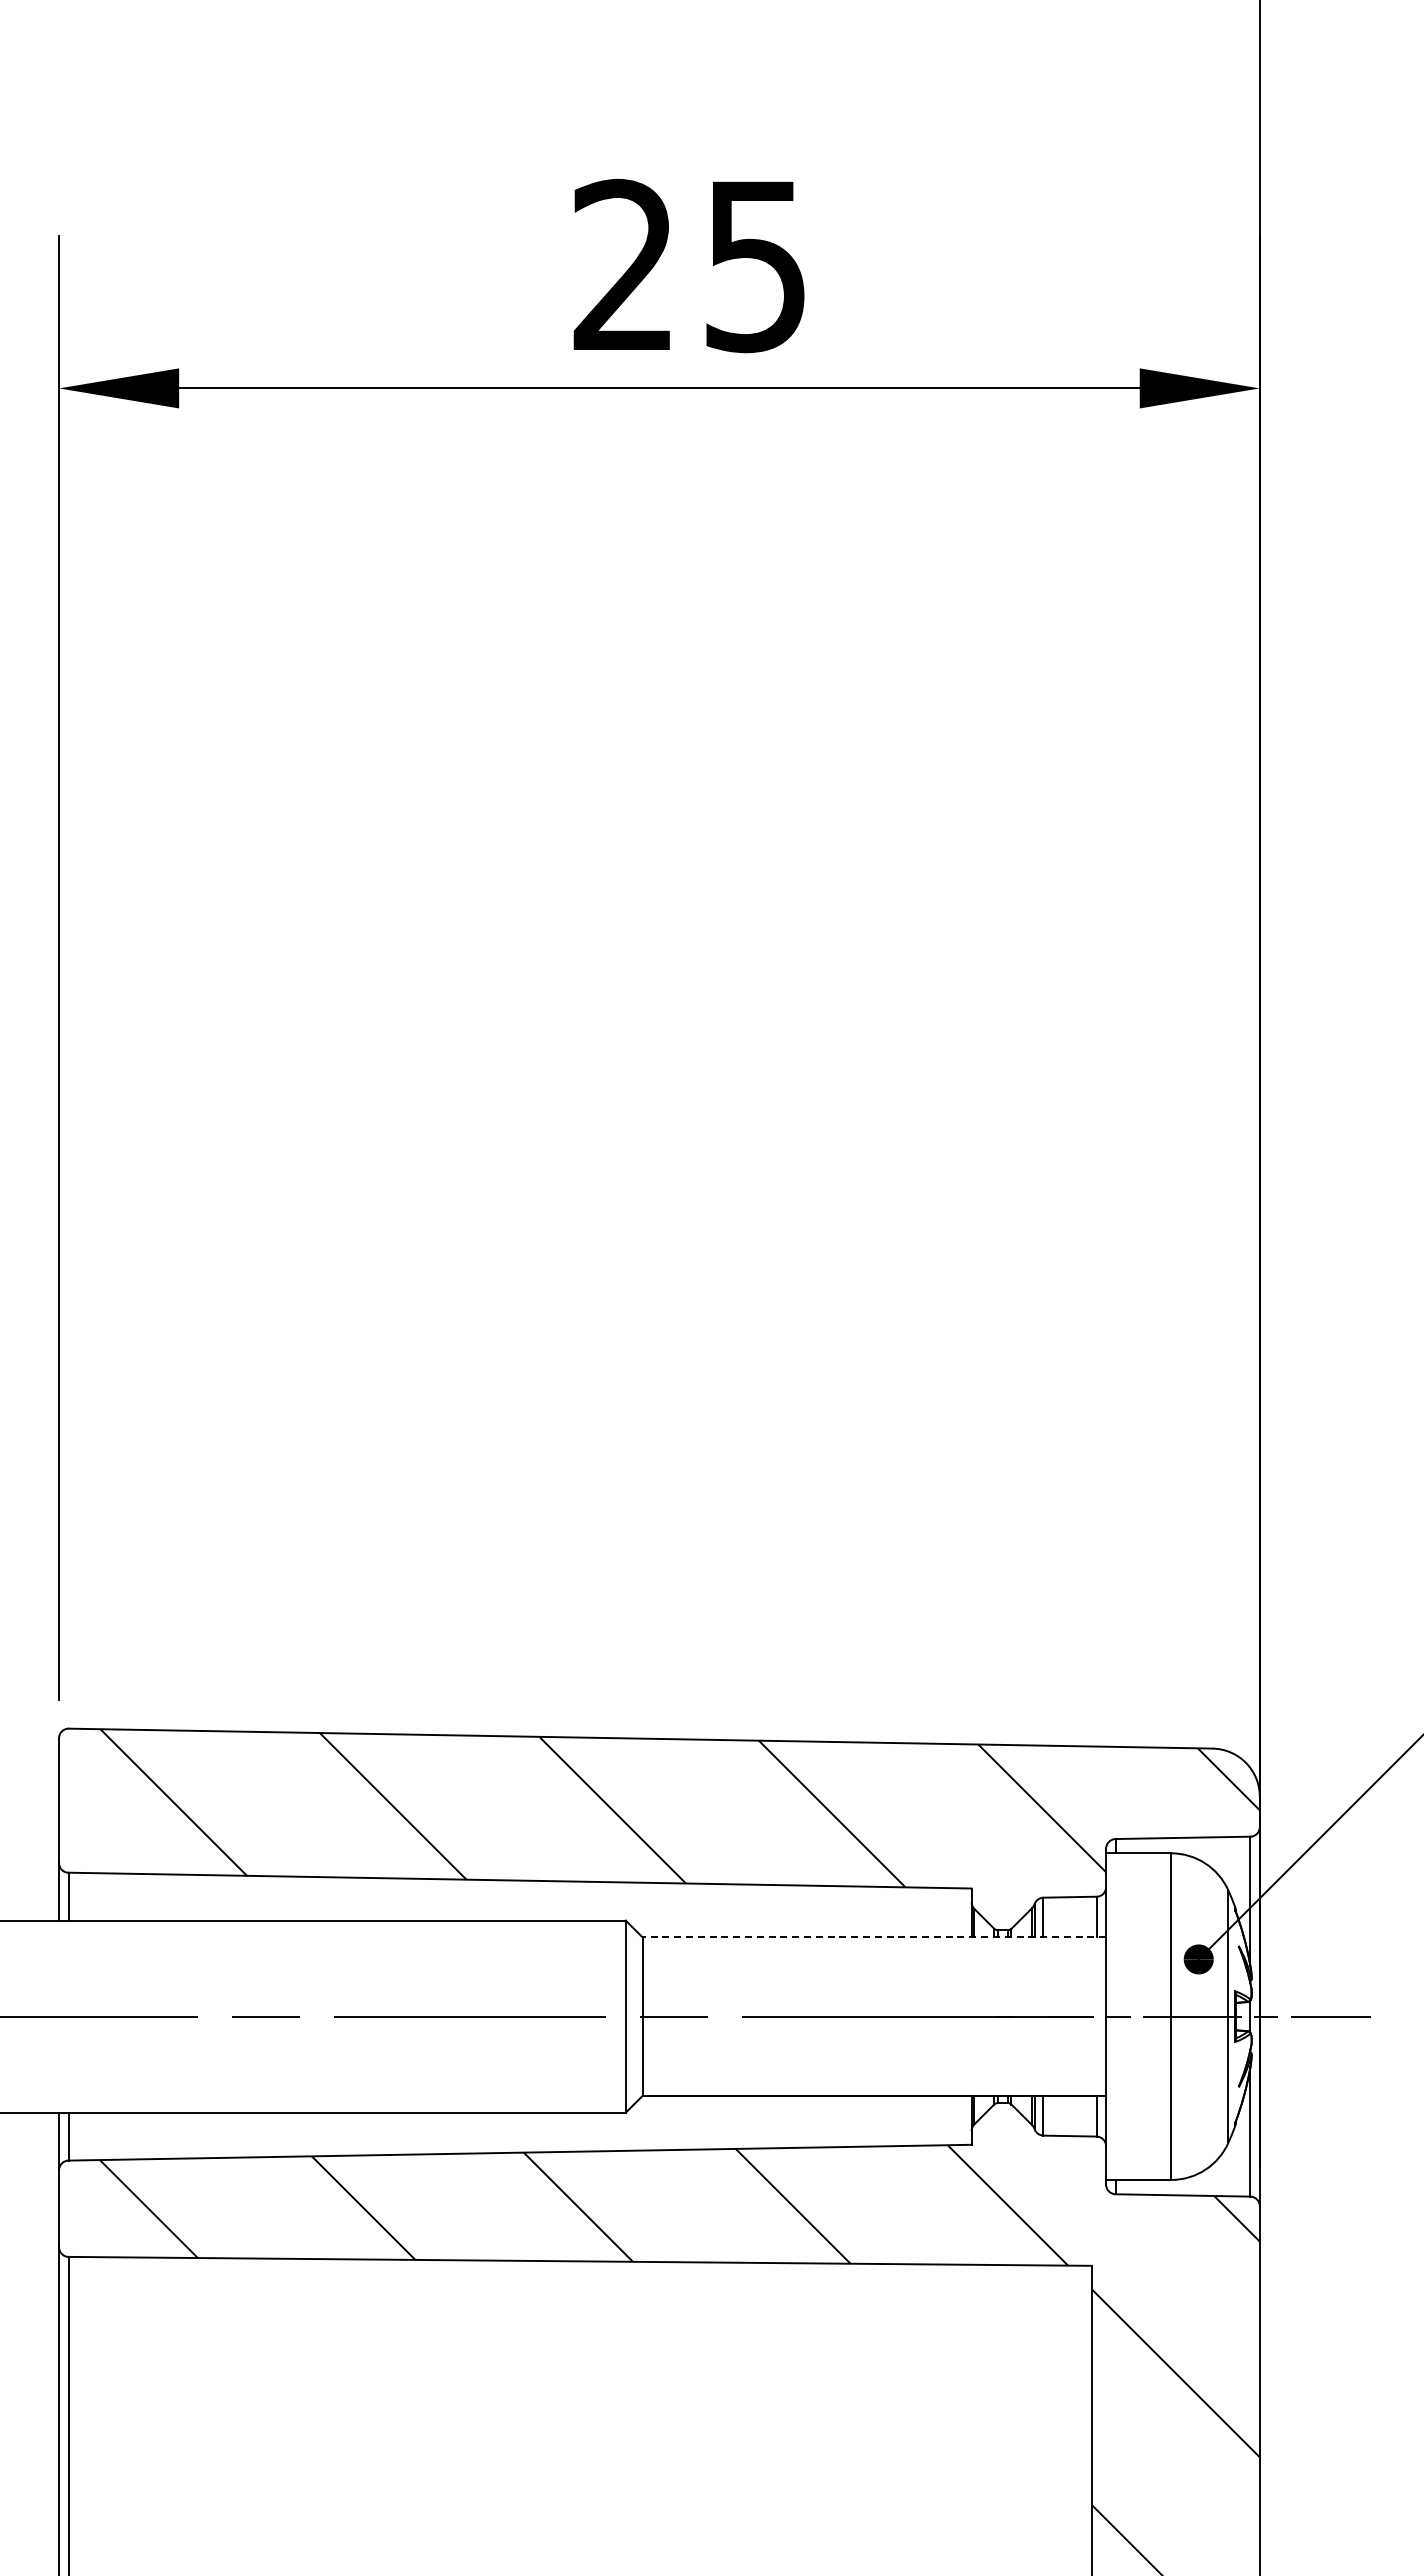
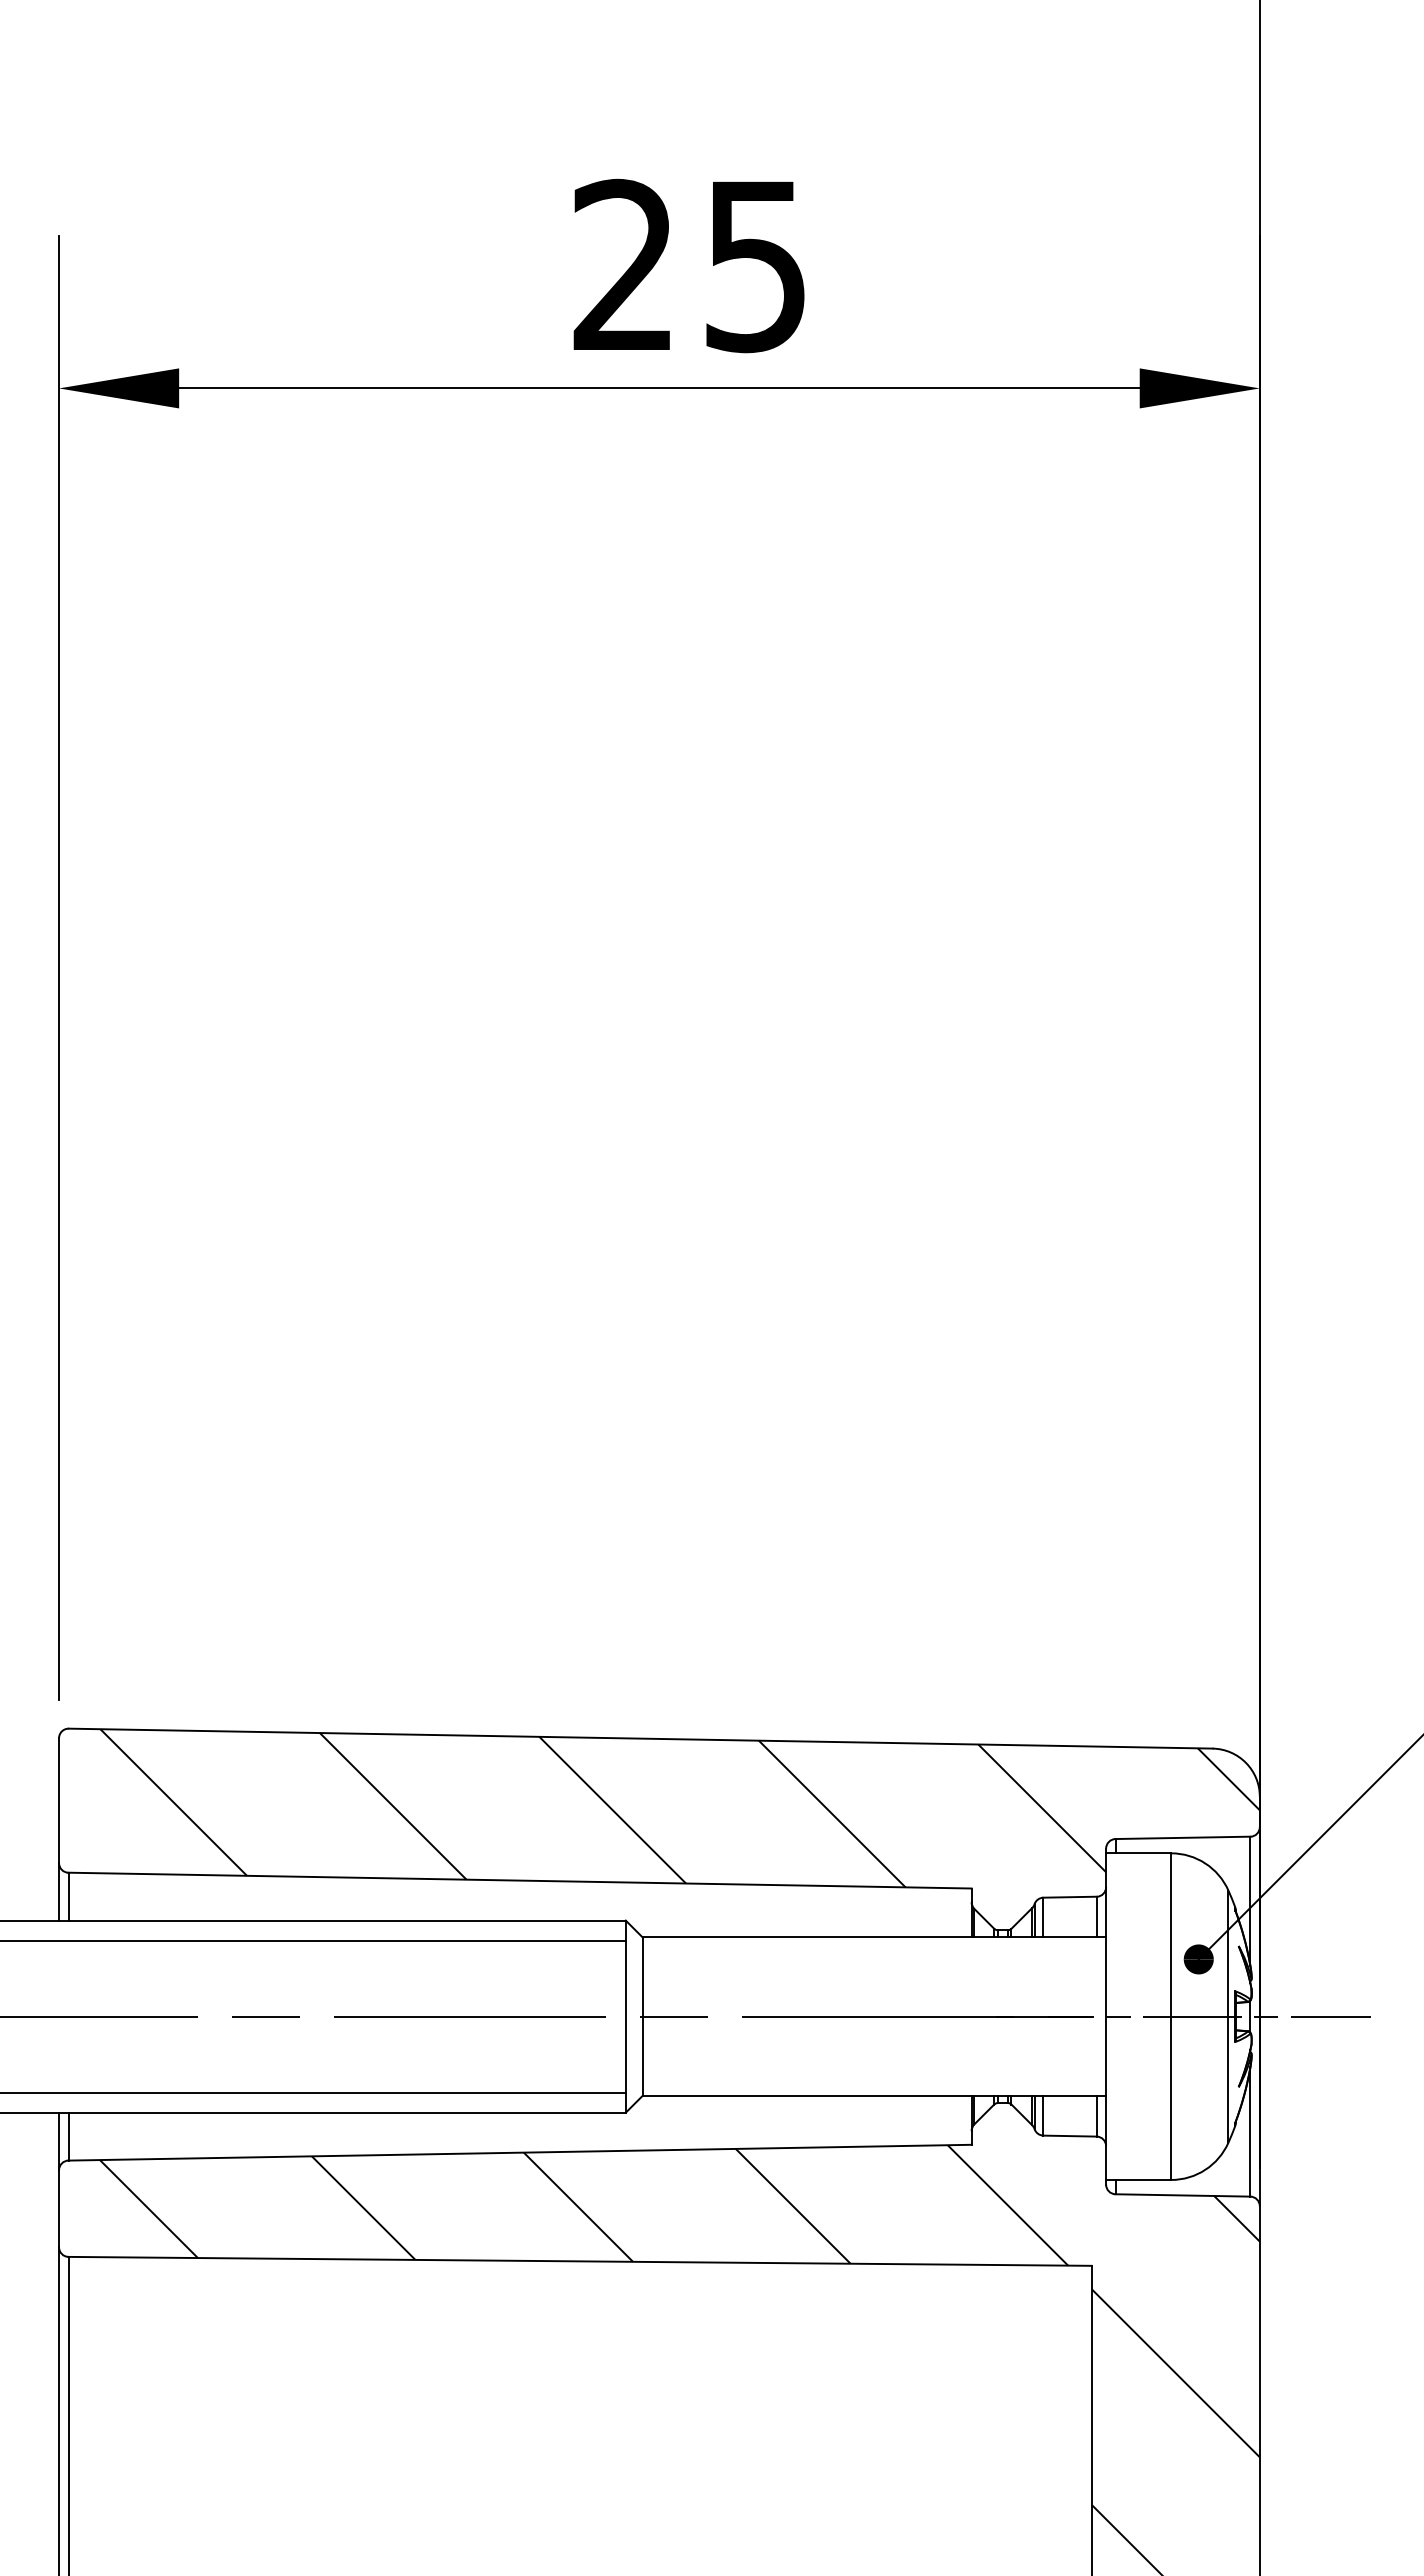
line at (874, 1937): dashed -> solid
line at (313, 1940): none -> present
line at (313, 2092): none -> present
